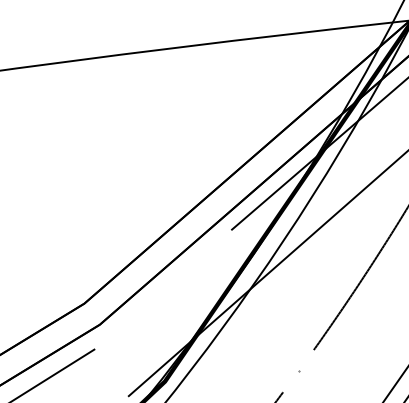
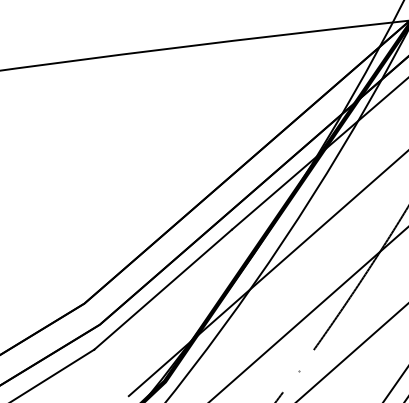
line at (163, 289): none -> present
line at (308, 314): none -> present
line at (352, 352): none -> present
